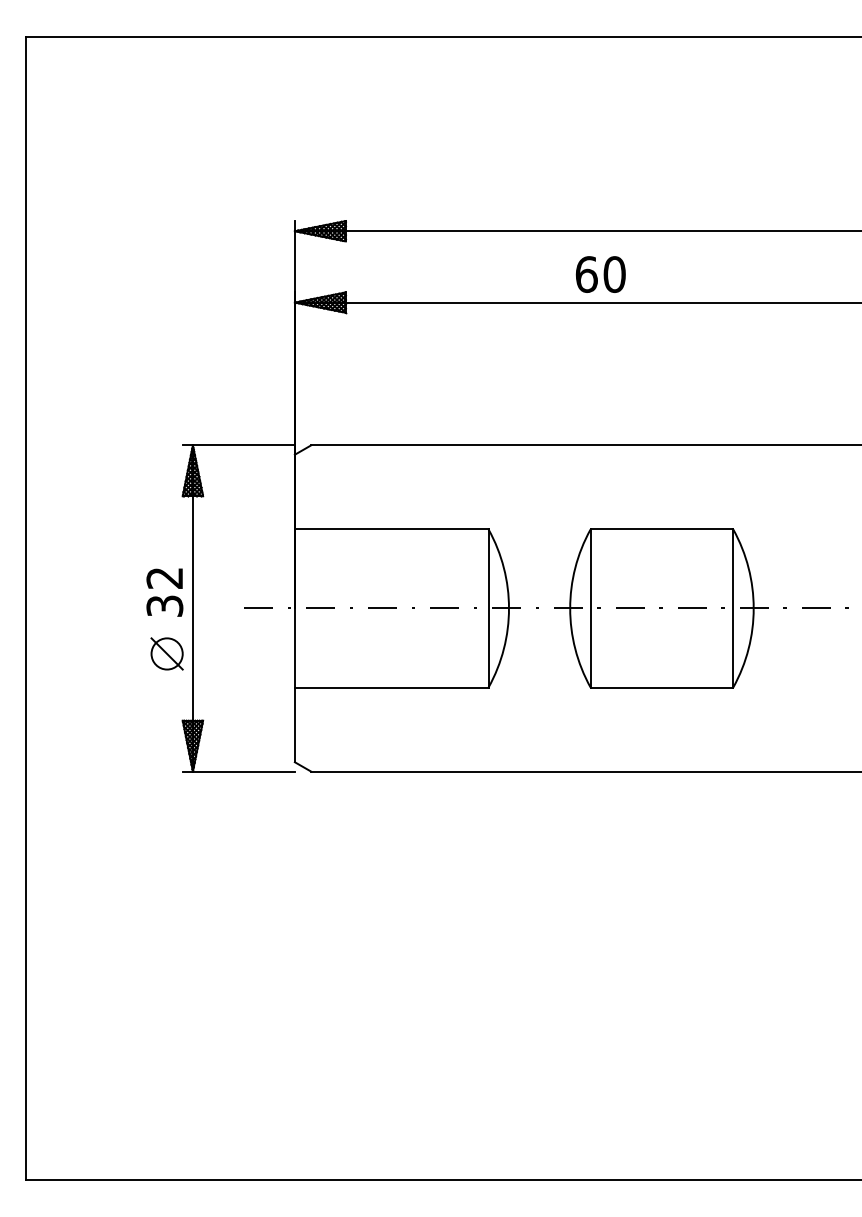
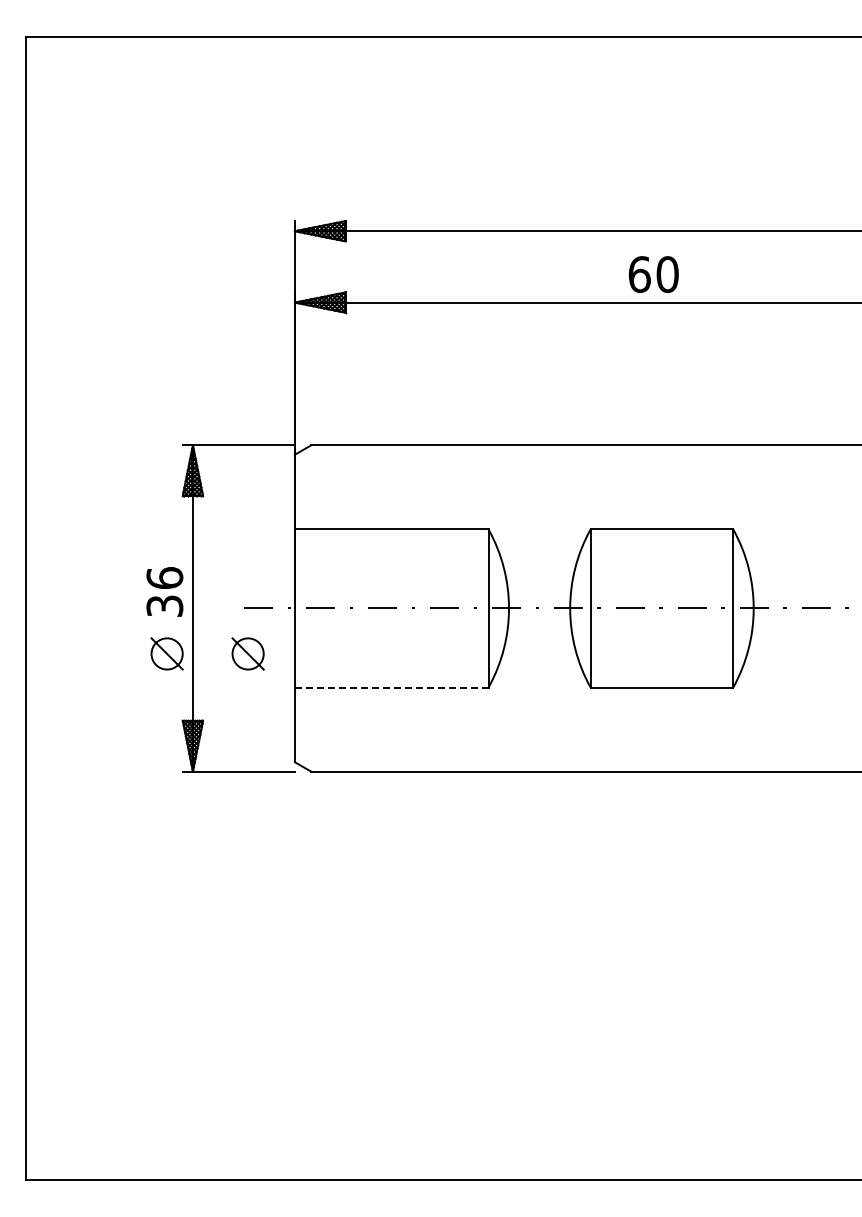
text at (600, 274) position: (600, 274) -> (653, 274)
text at (164, 577): 32 -> 36
part at (247, 653): none -> present
line at (391, 687): solid -> dashed
